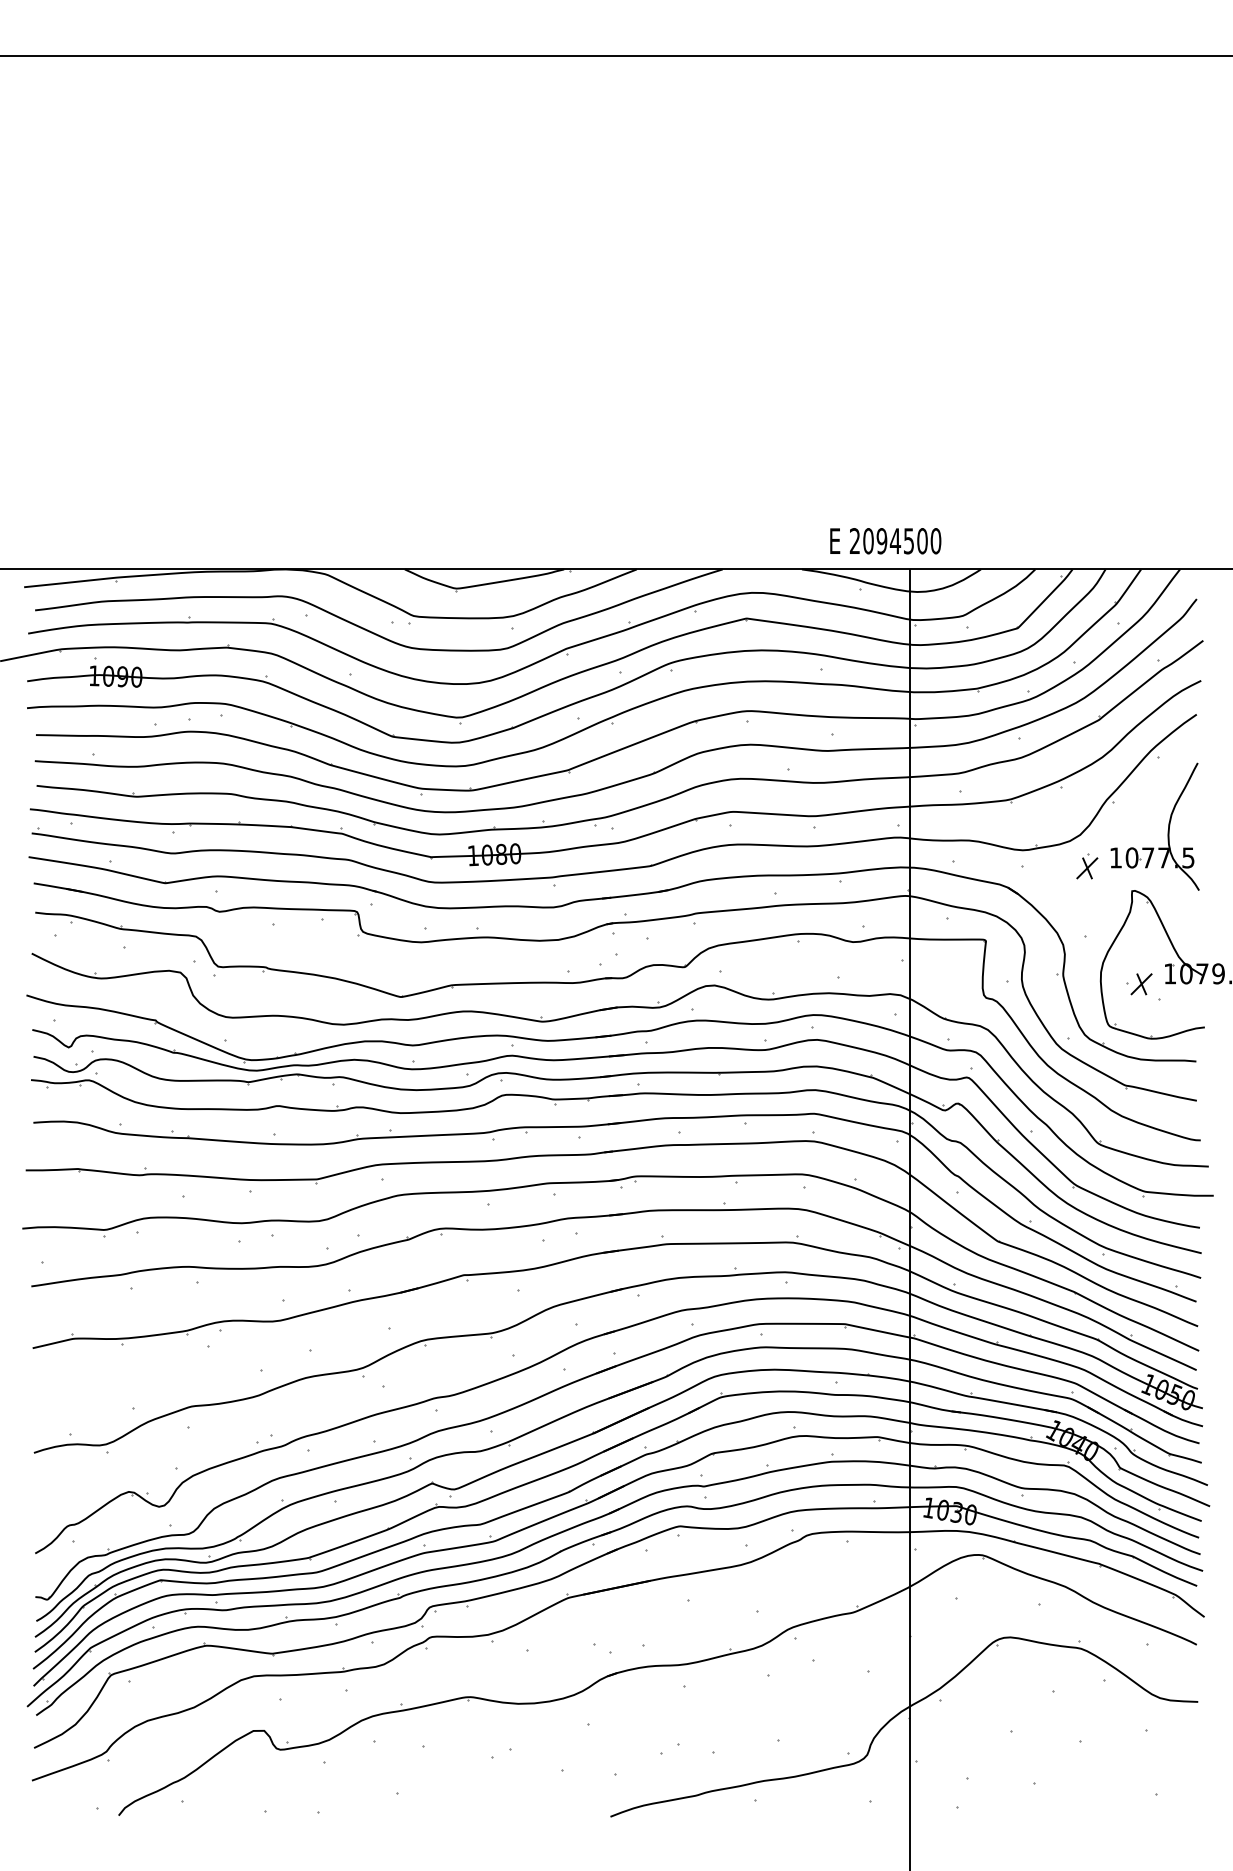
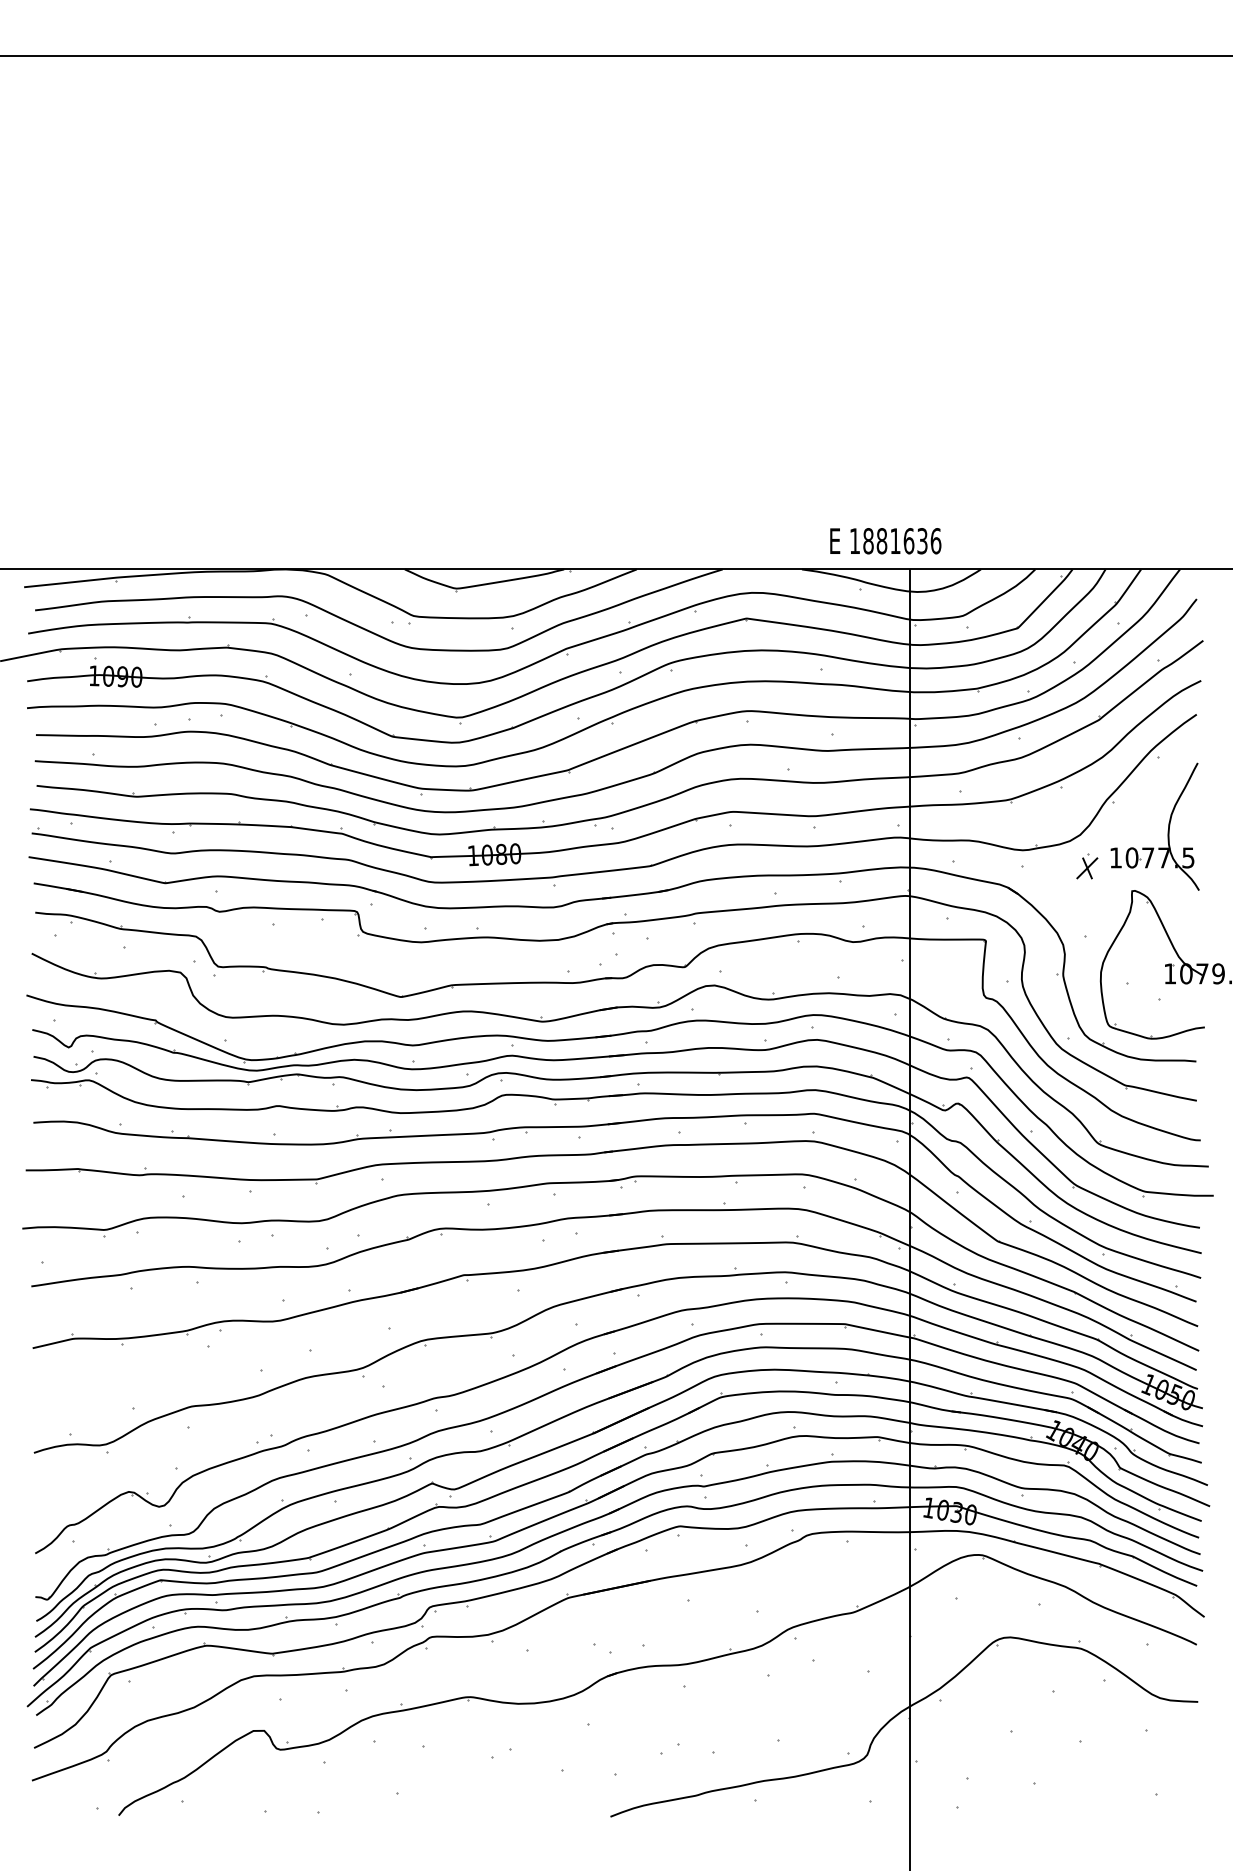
text at (895, 541): 2094500 -> 1881636
part at (1141, 984): present -> none
